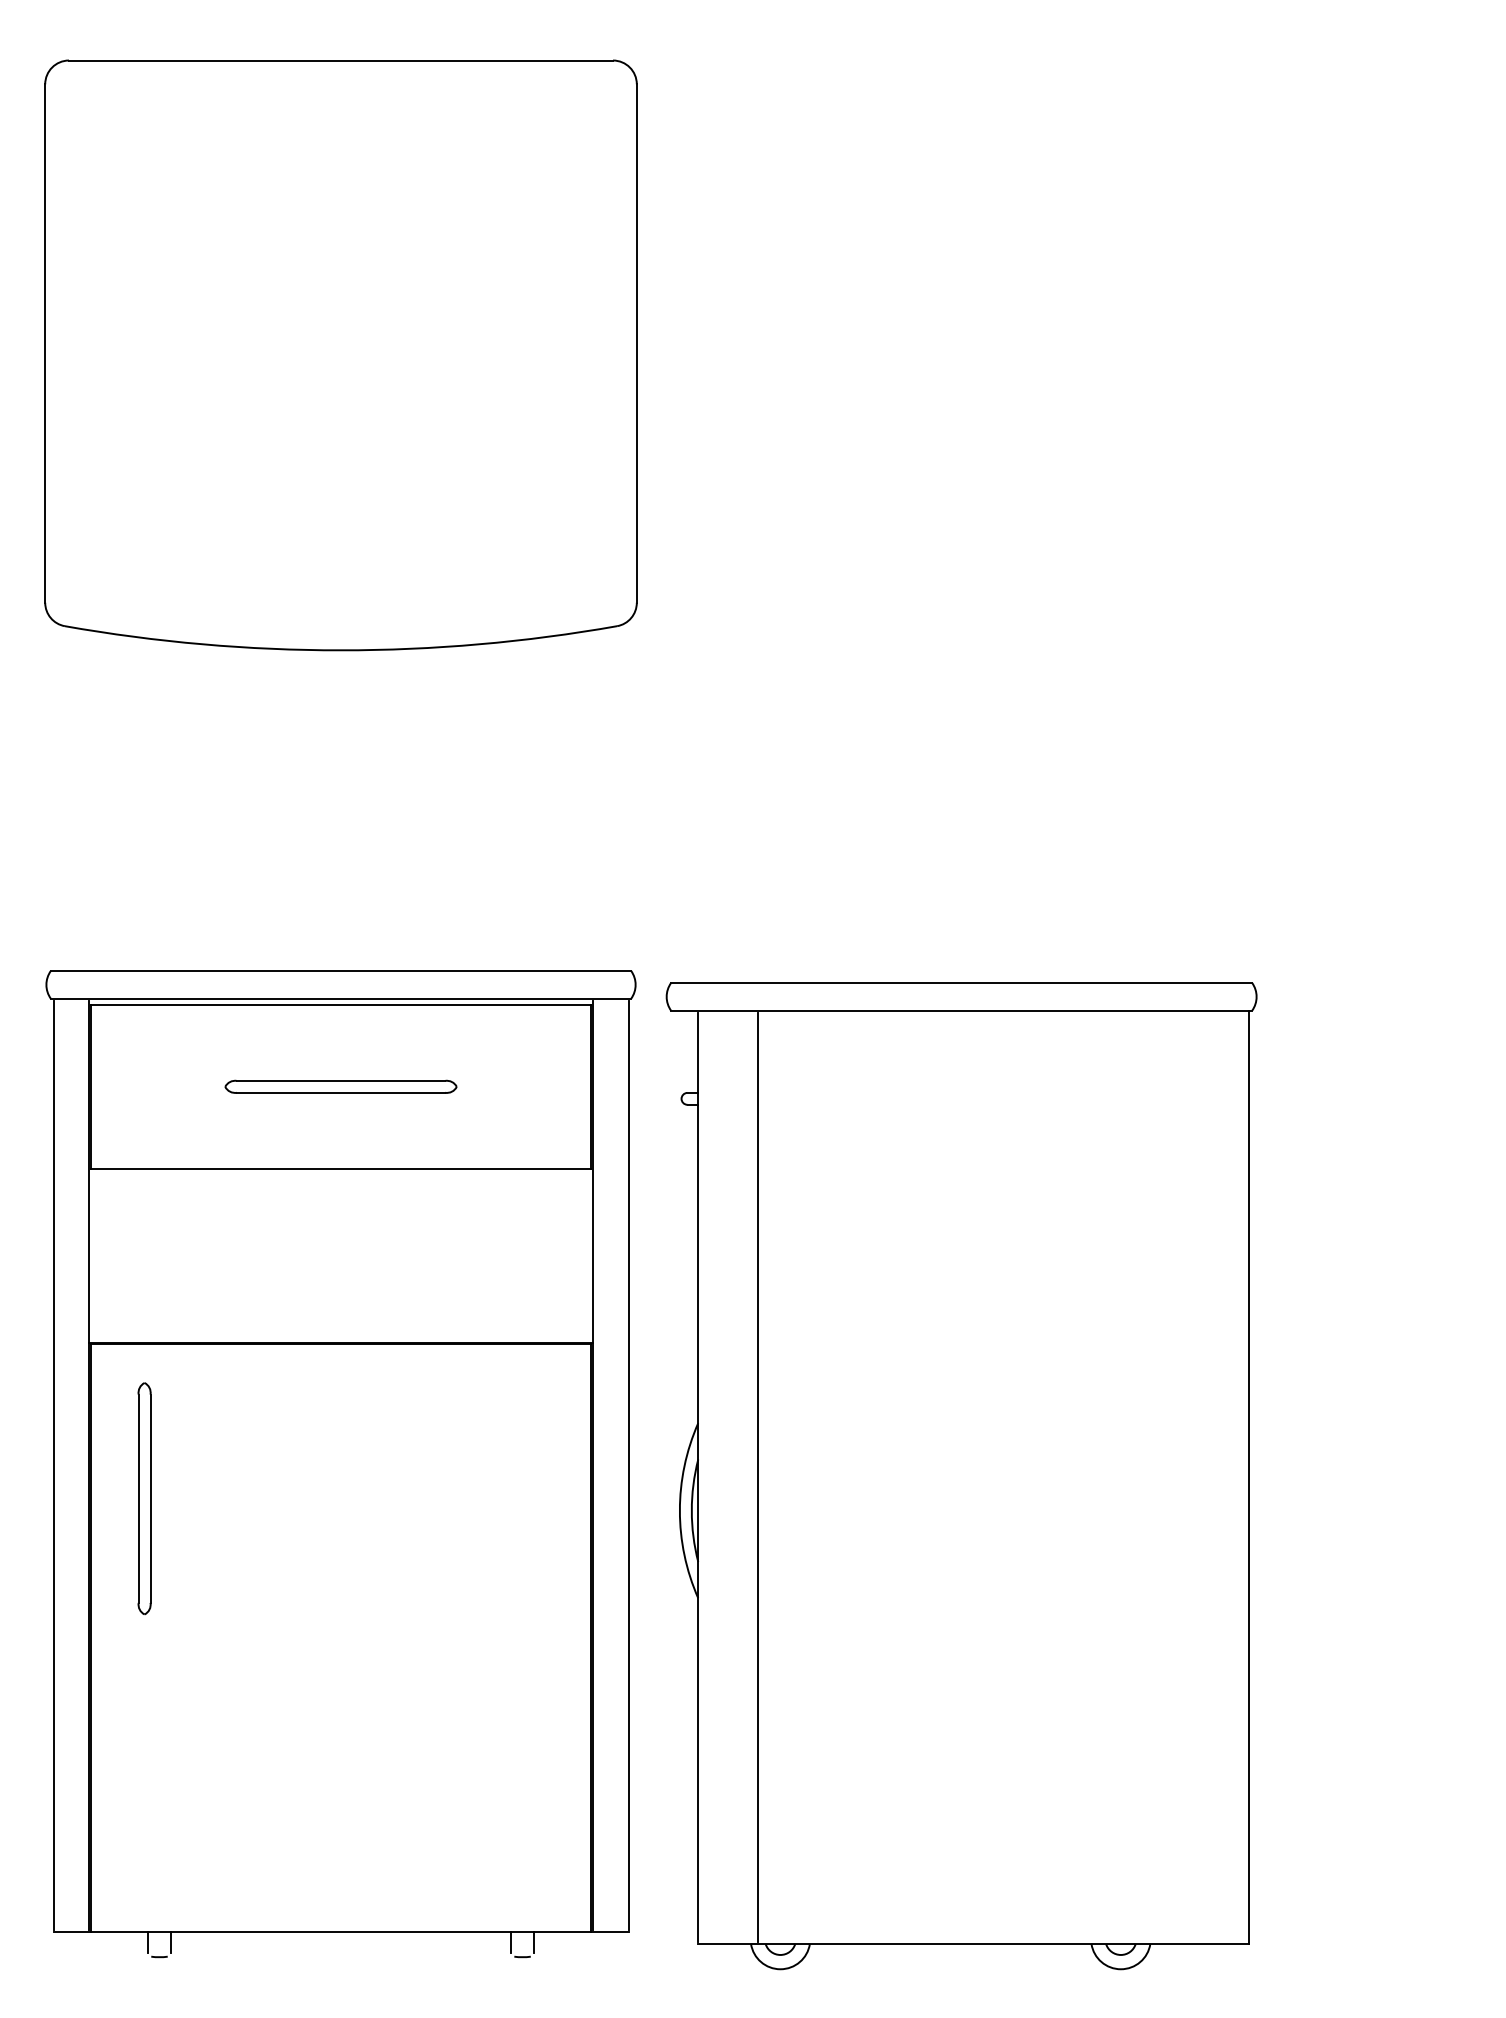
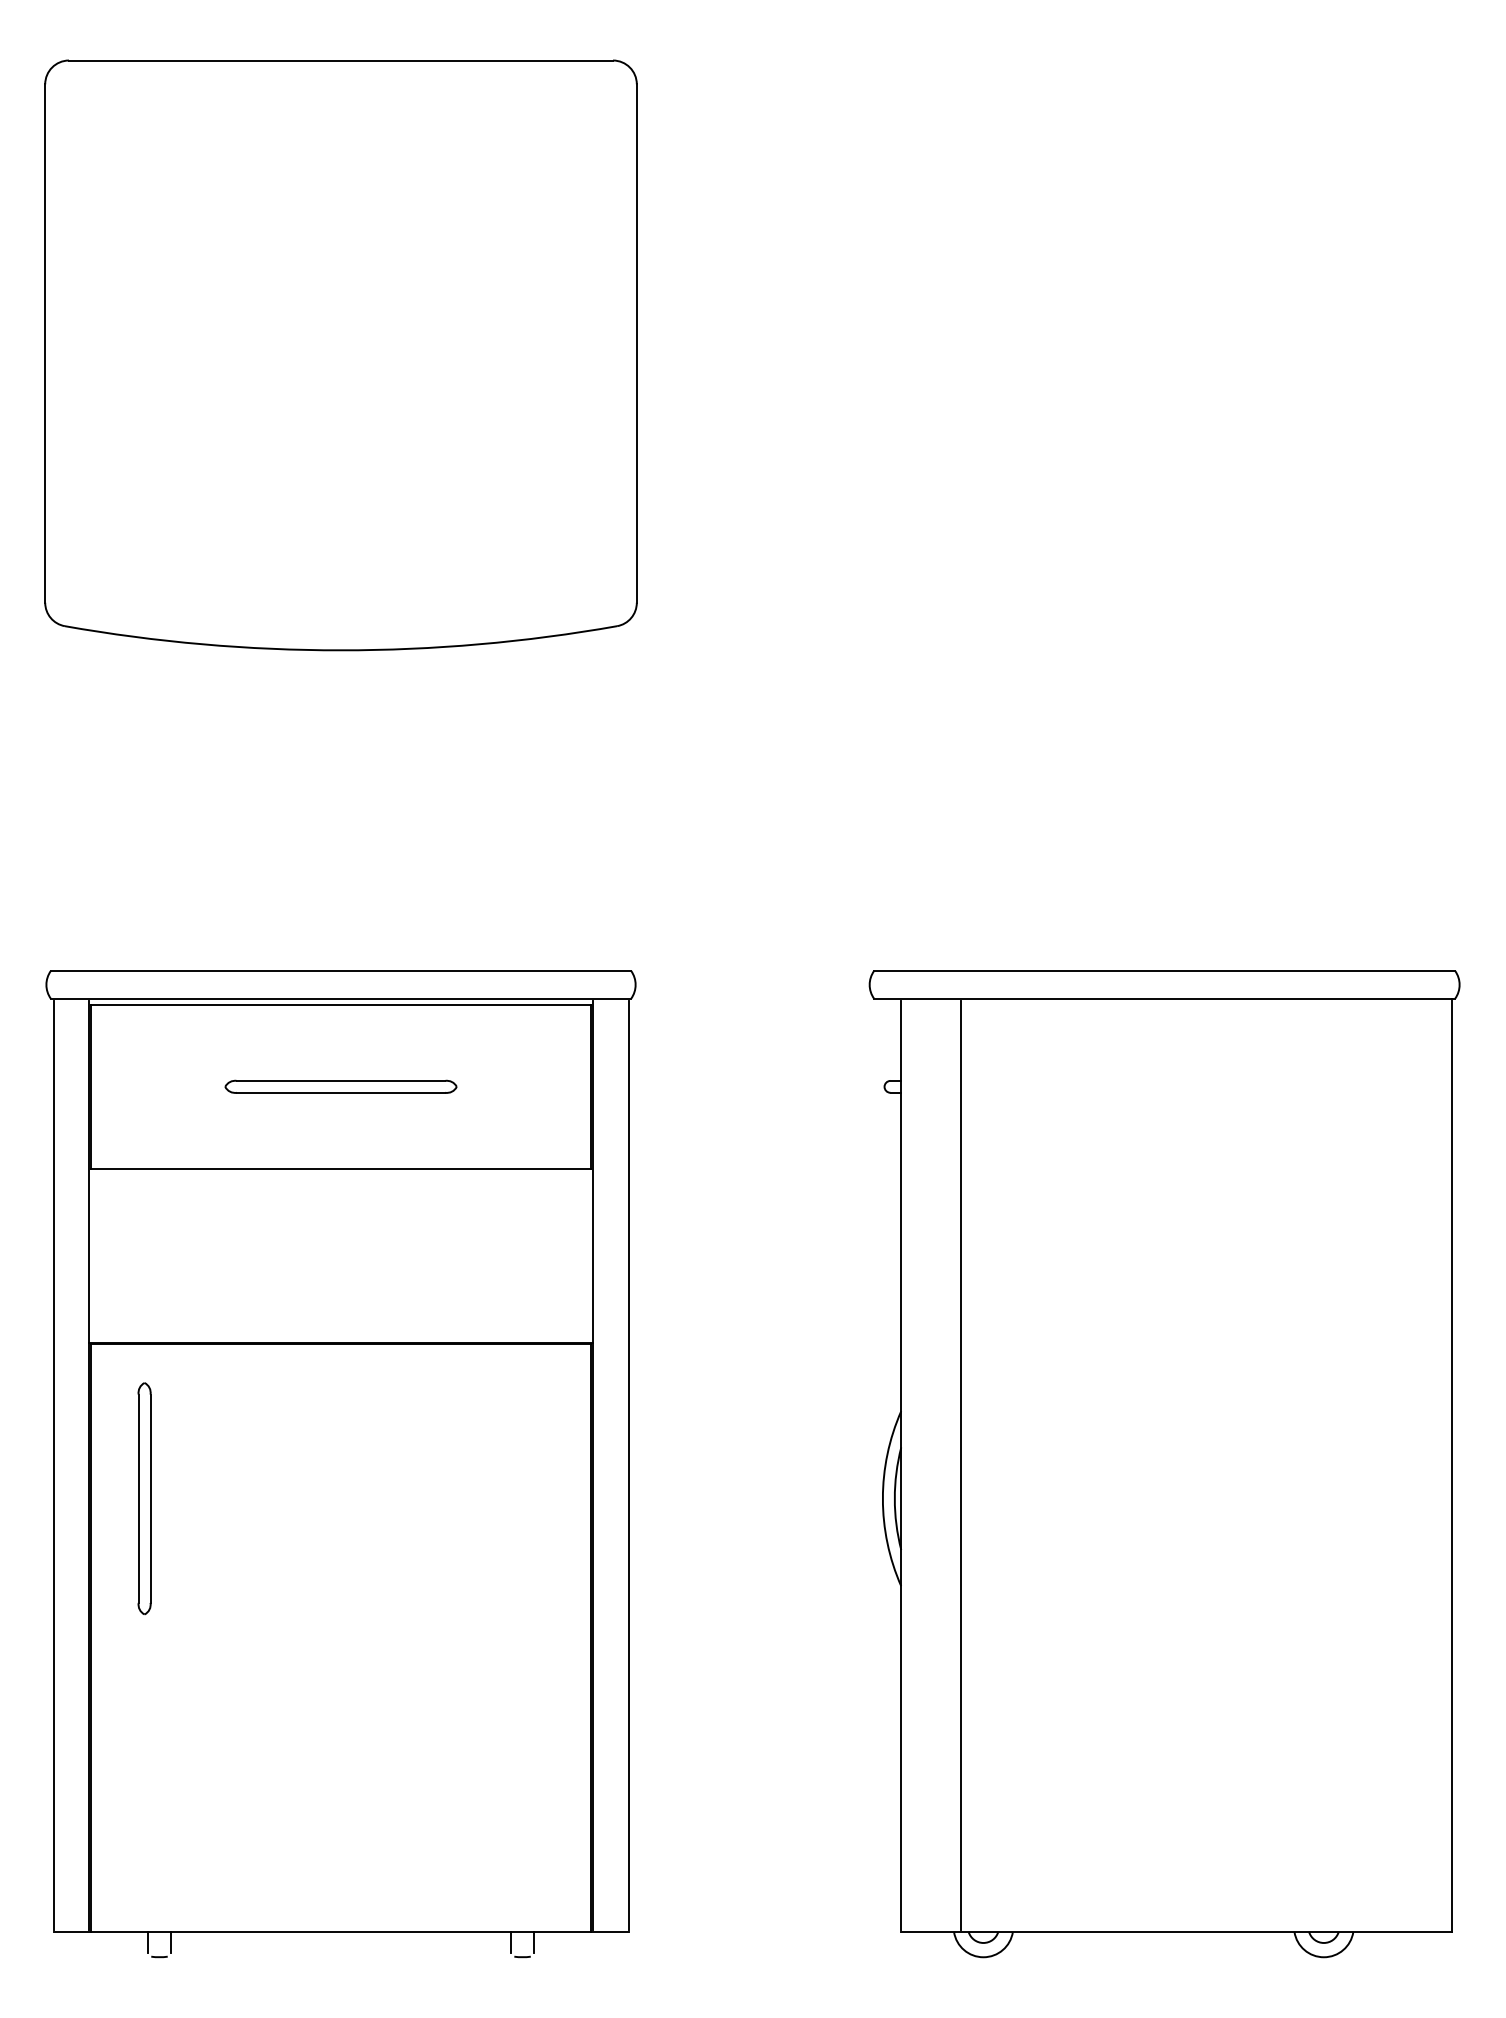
part at (961, 1476) position: (961, 1476) -> (1164, 1464)
